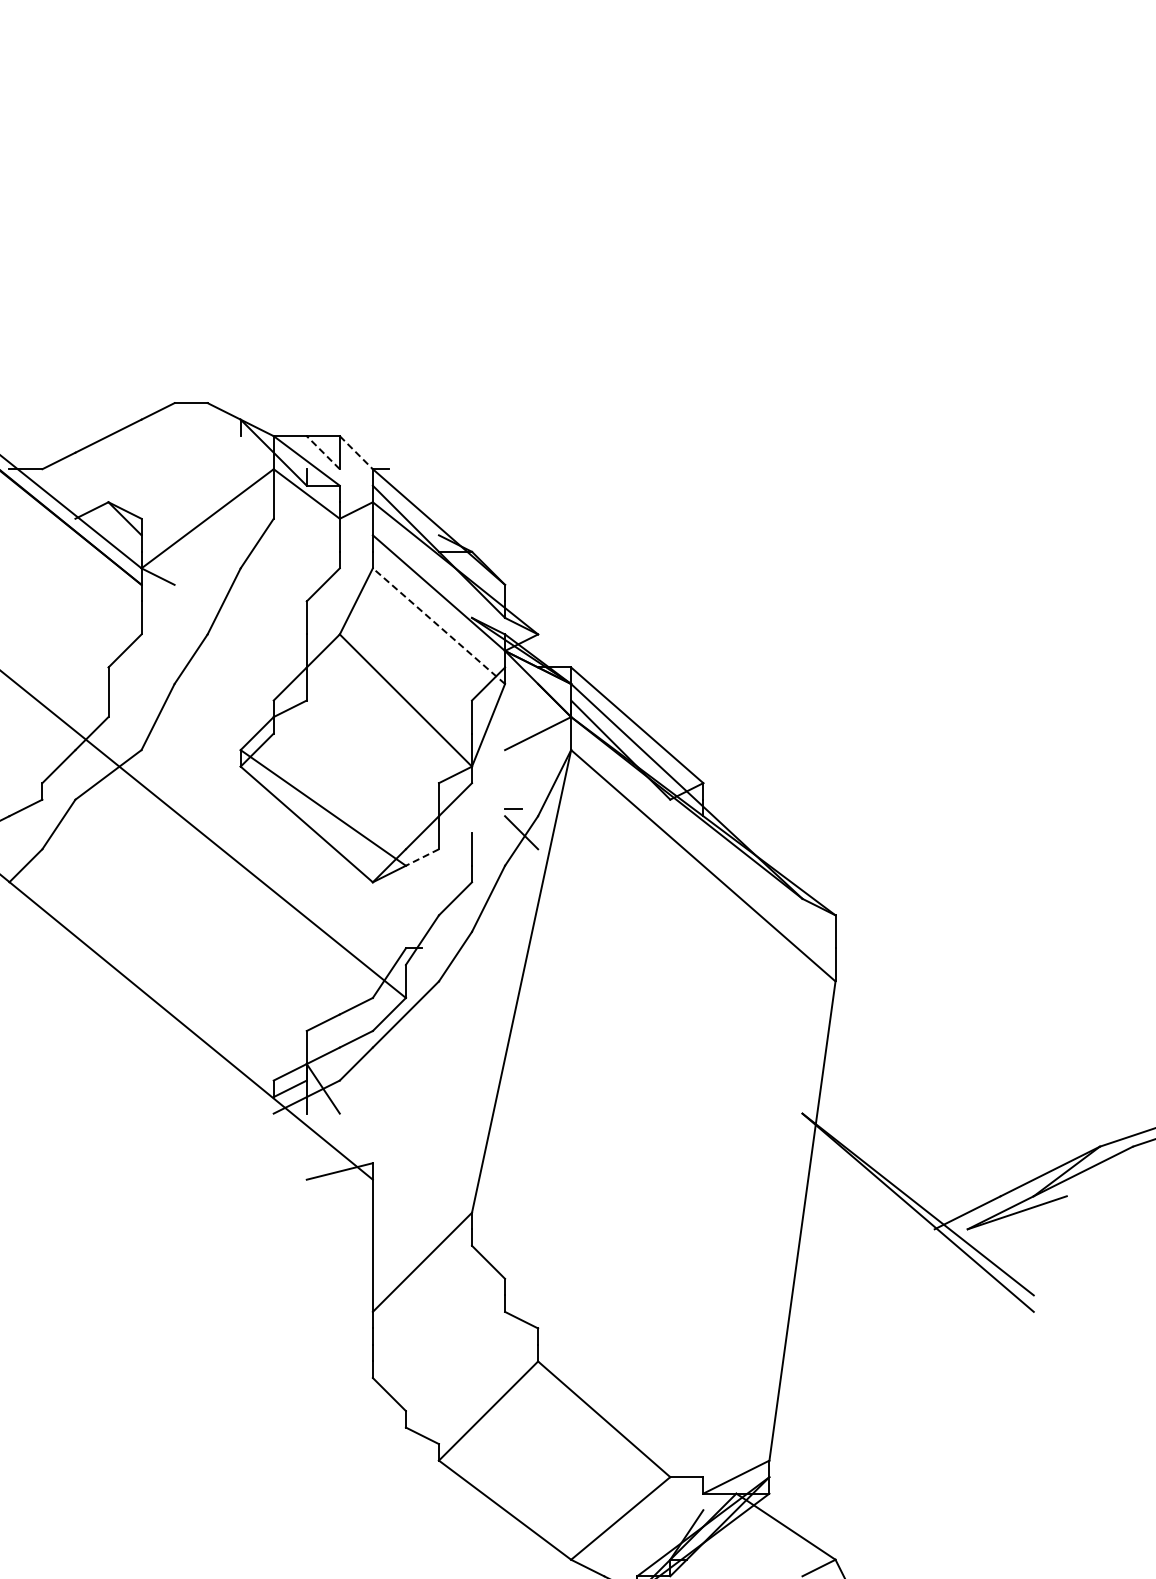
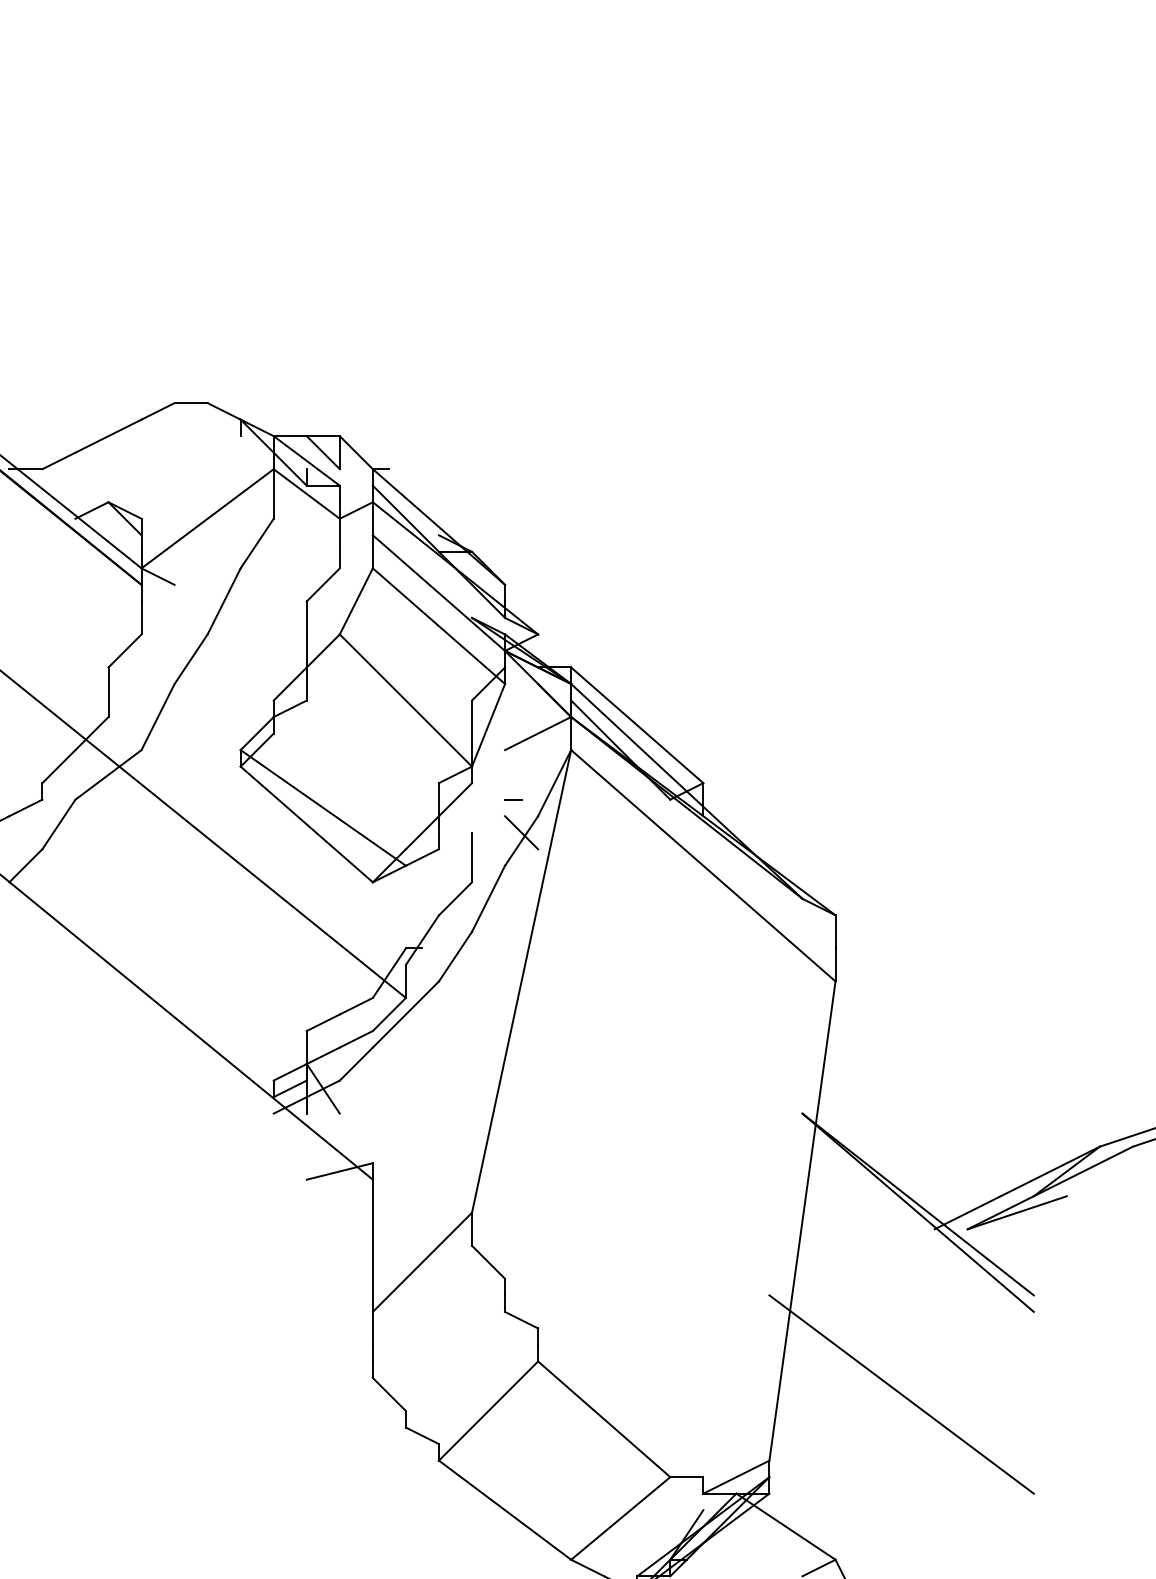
line at (322, 452): dashed -> solid
line at (356, 453): dashed -> solid
line at (438, 626): dashed -> solid
line at (513, 808) position: (513, 808) -> (513, 799)
line at (422, 857): dashed -> solid
line at (901, 1394): none -> present
